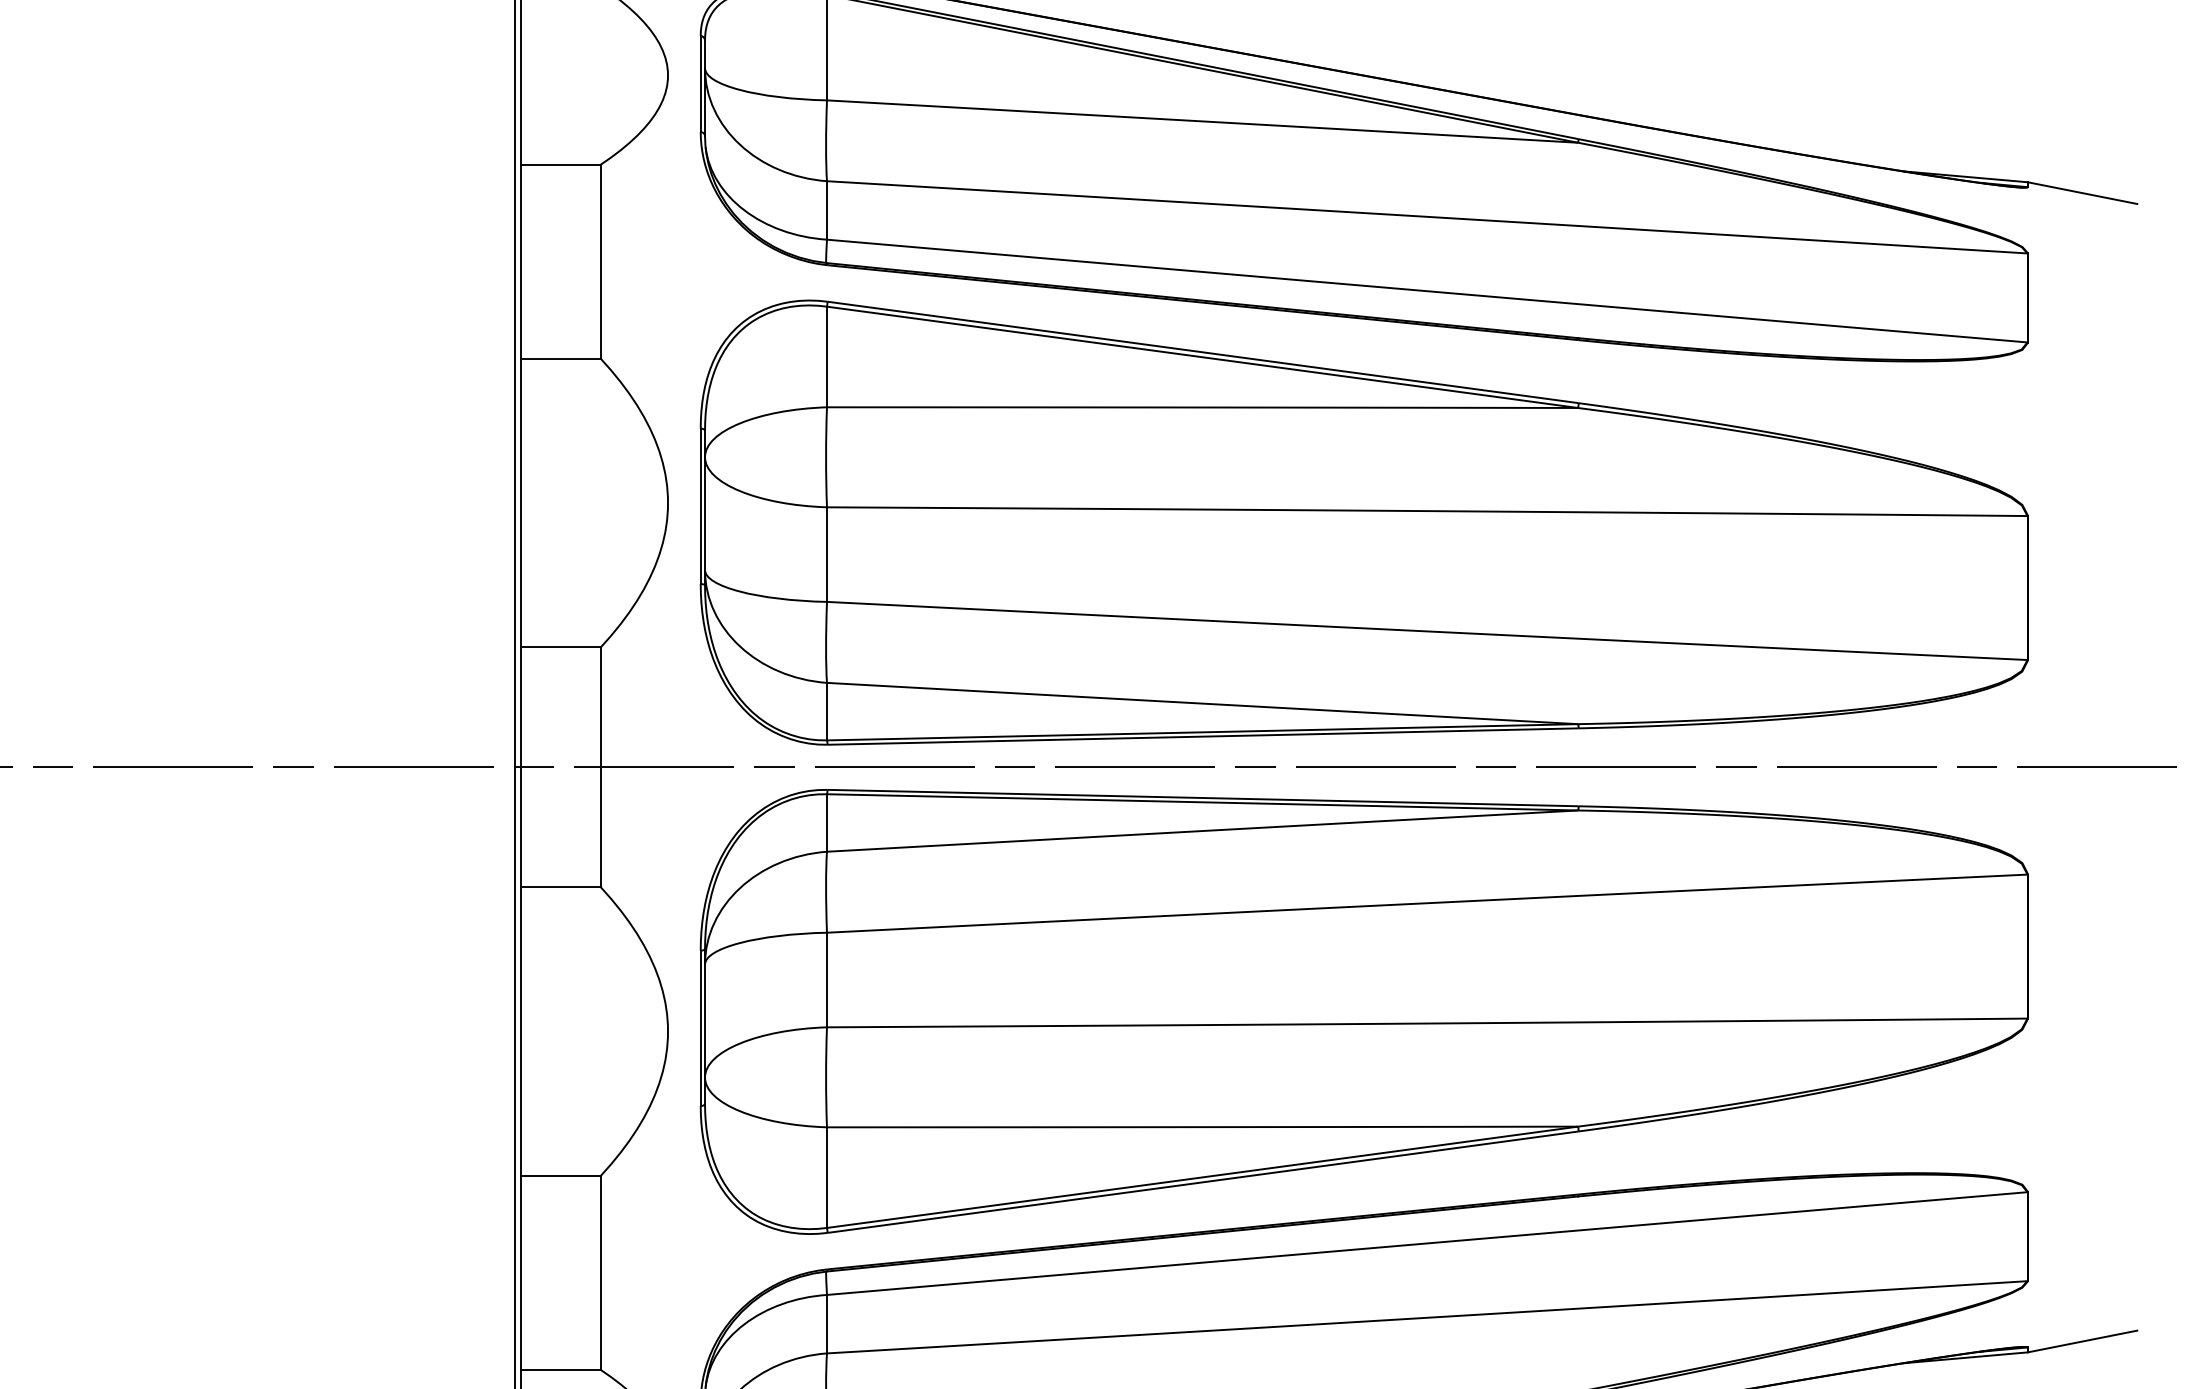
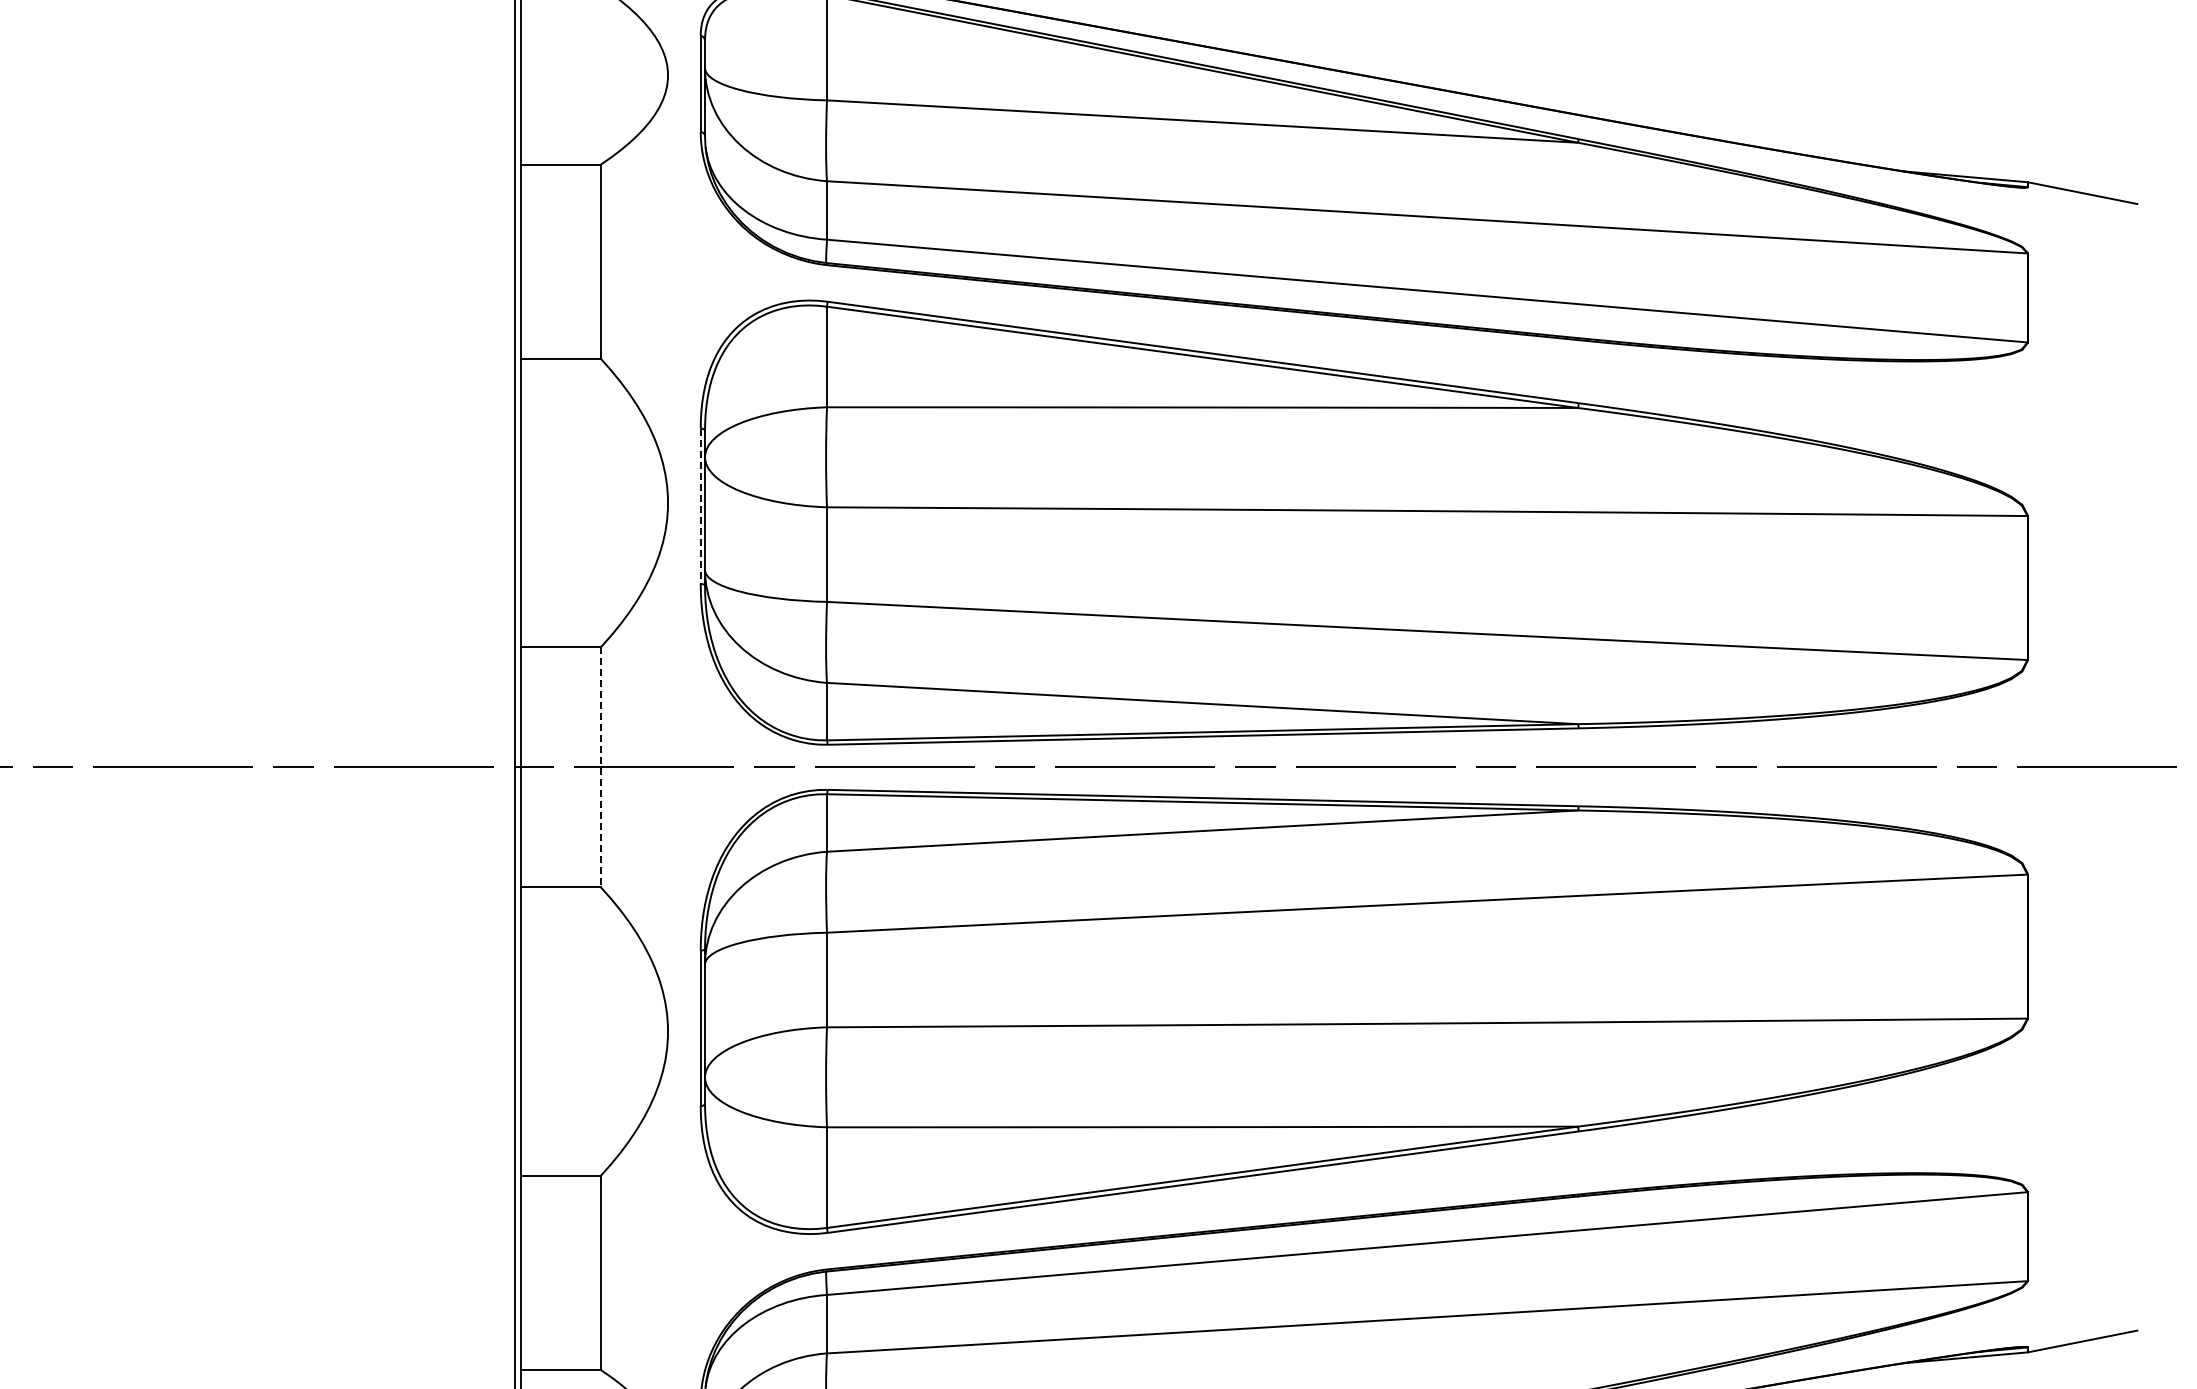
line at (700, 506): solid -> dashed
line at (600, 767): solid -> dashed
